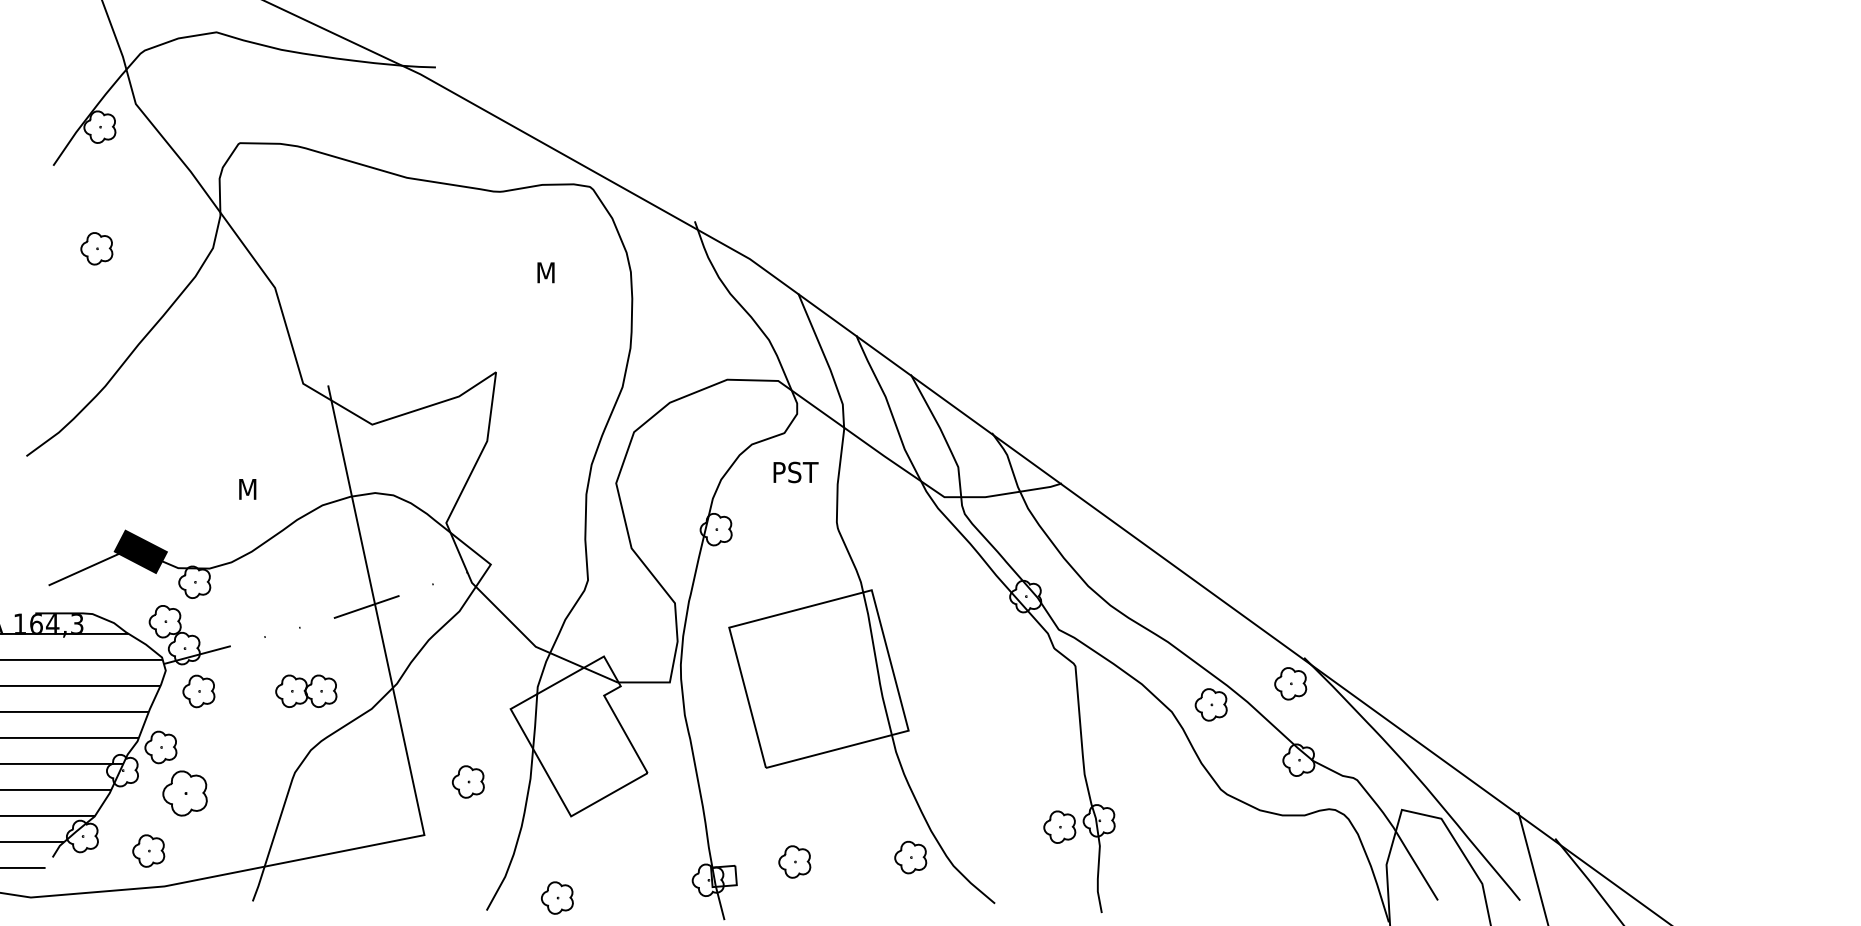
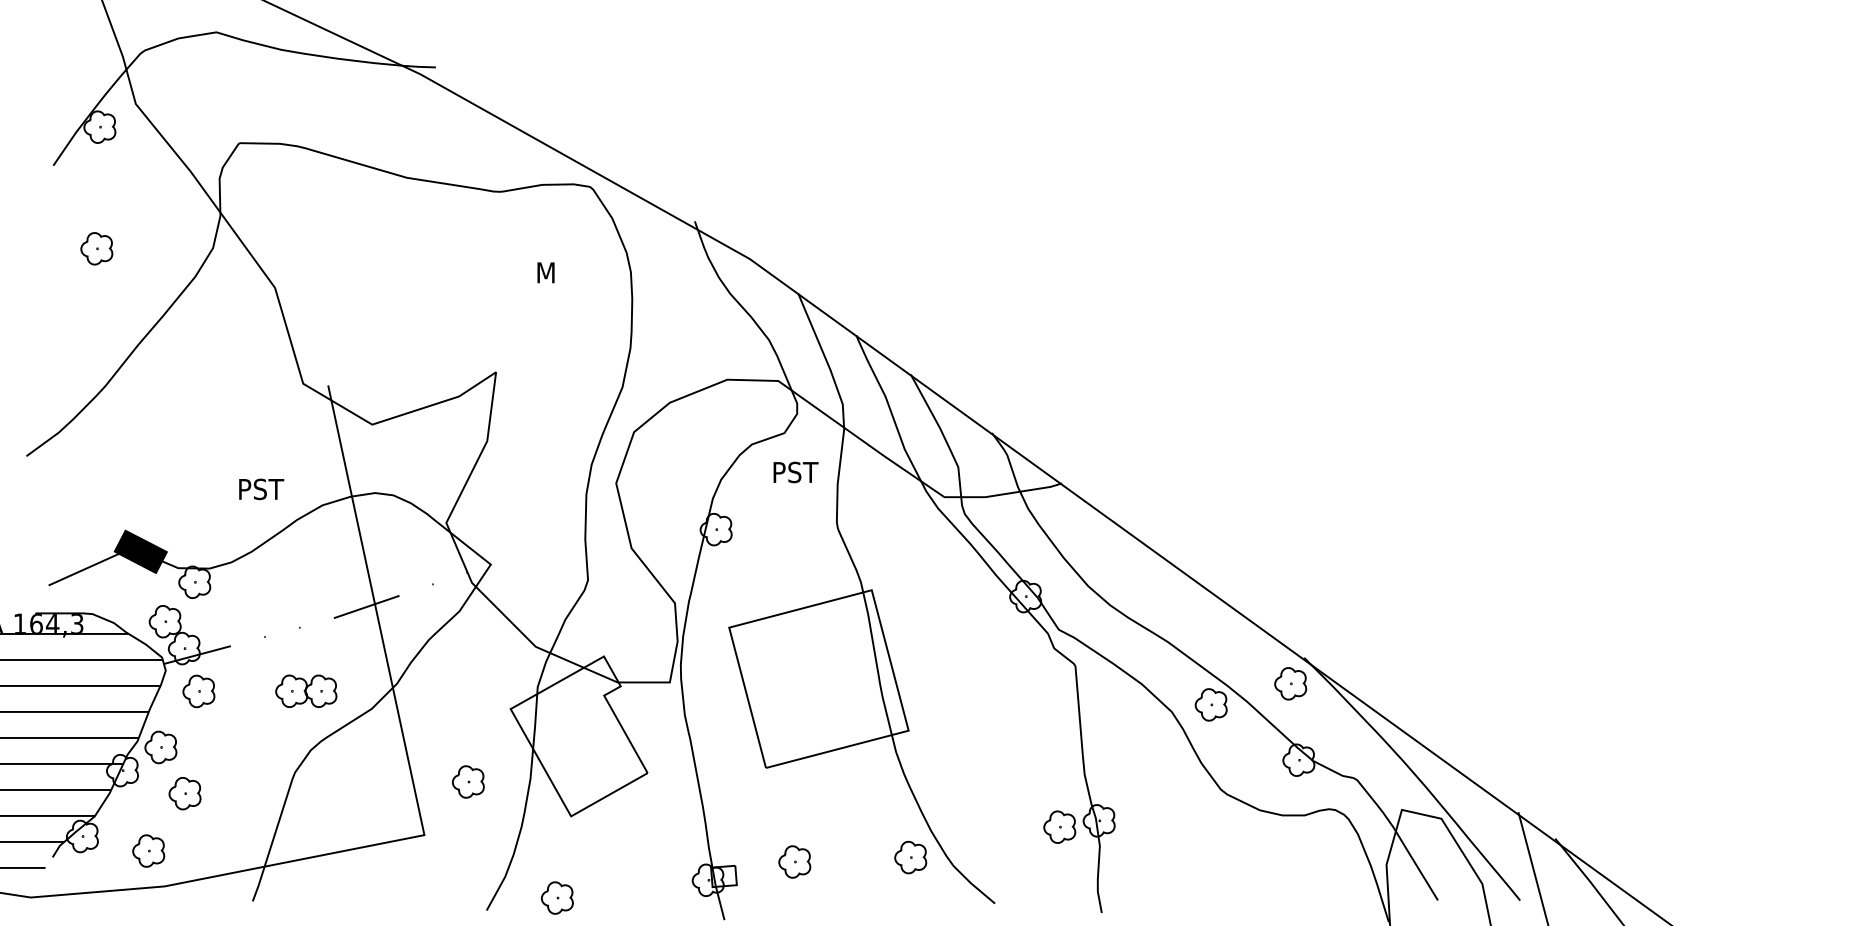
text at (262, 489): M -> PST
part at (184, 793) size: 46x47 px -> 34x34 px
